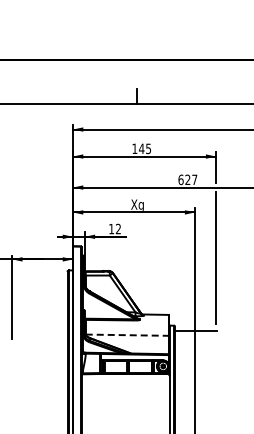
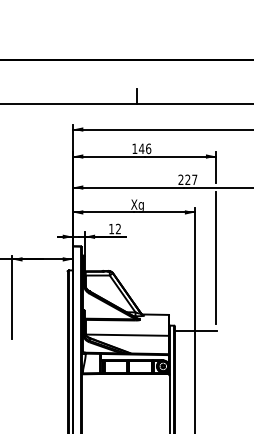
text at (148, 148): 145 -> 146
text at (180, 179): 627 -> 227
line at (127, 335): dashed -> solid
